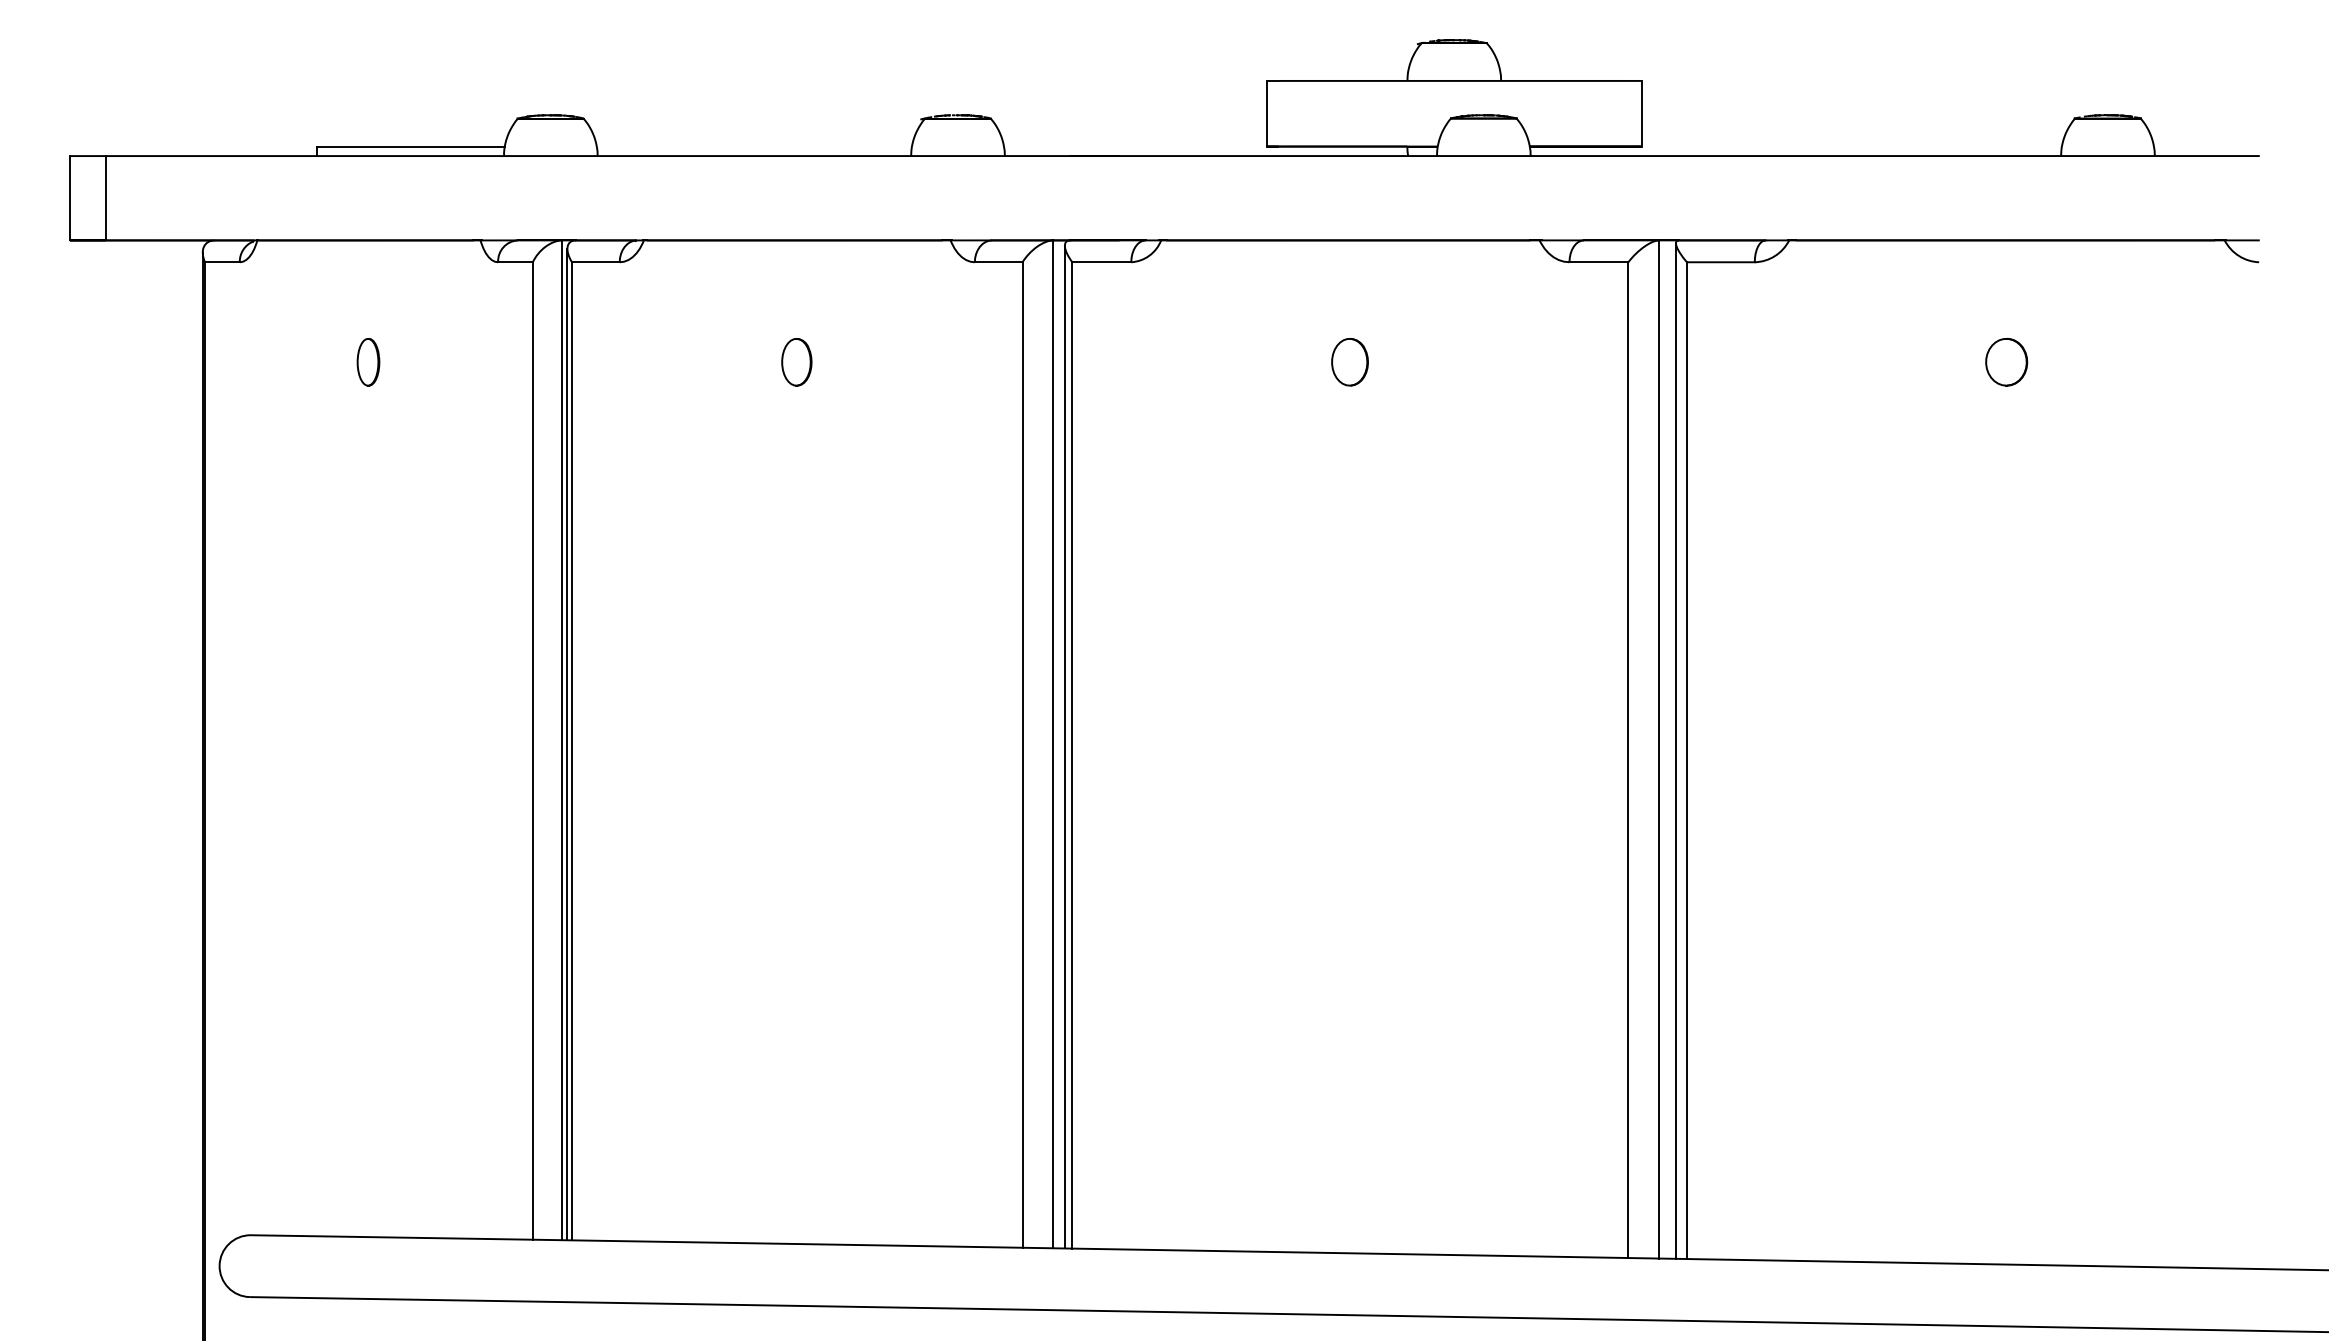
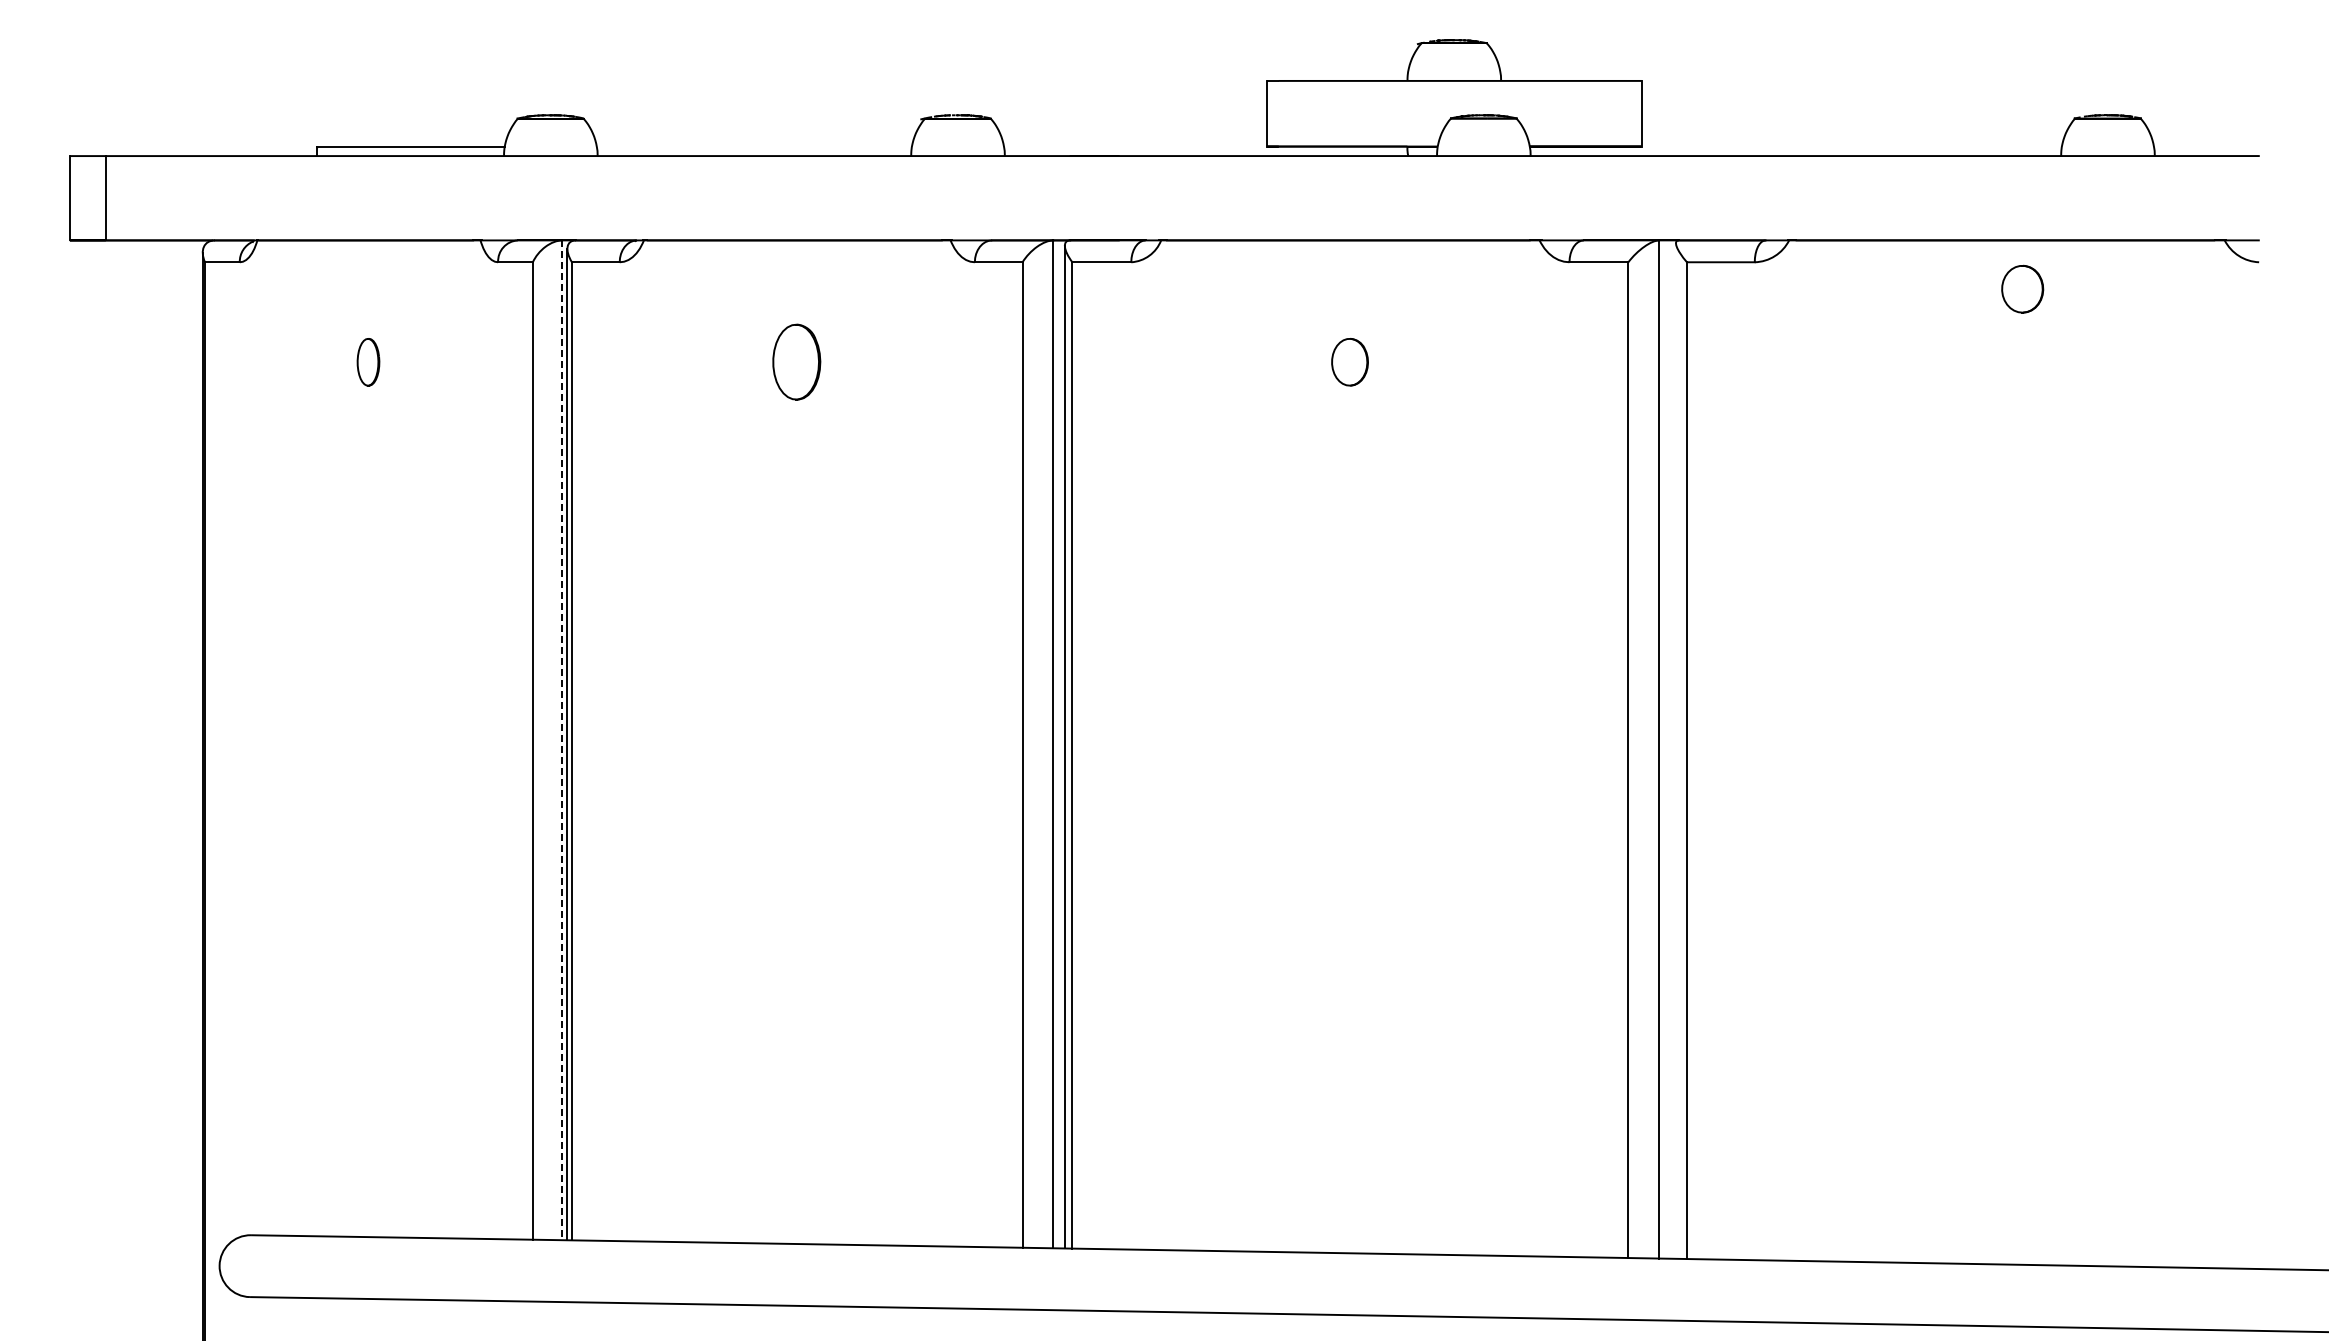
part at (2006, 361) position: (2006, 361) -> (2022, 288)
part at (796, 362) size: 32x49 px -> 50x78 px
line at (562, 740): solid -> dashed
line at (1675, 750): present -> none
